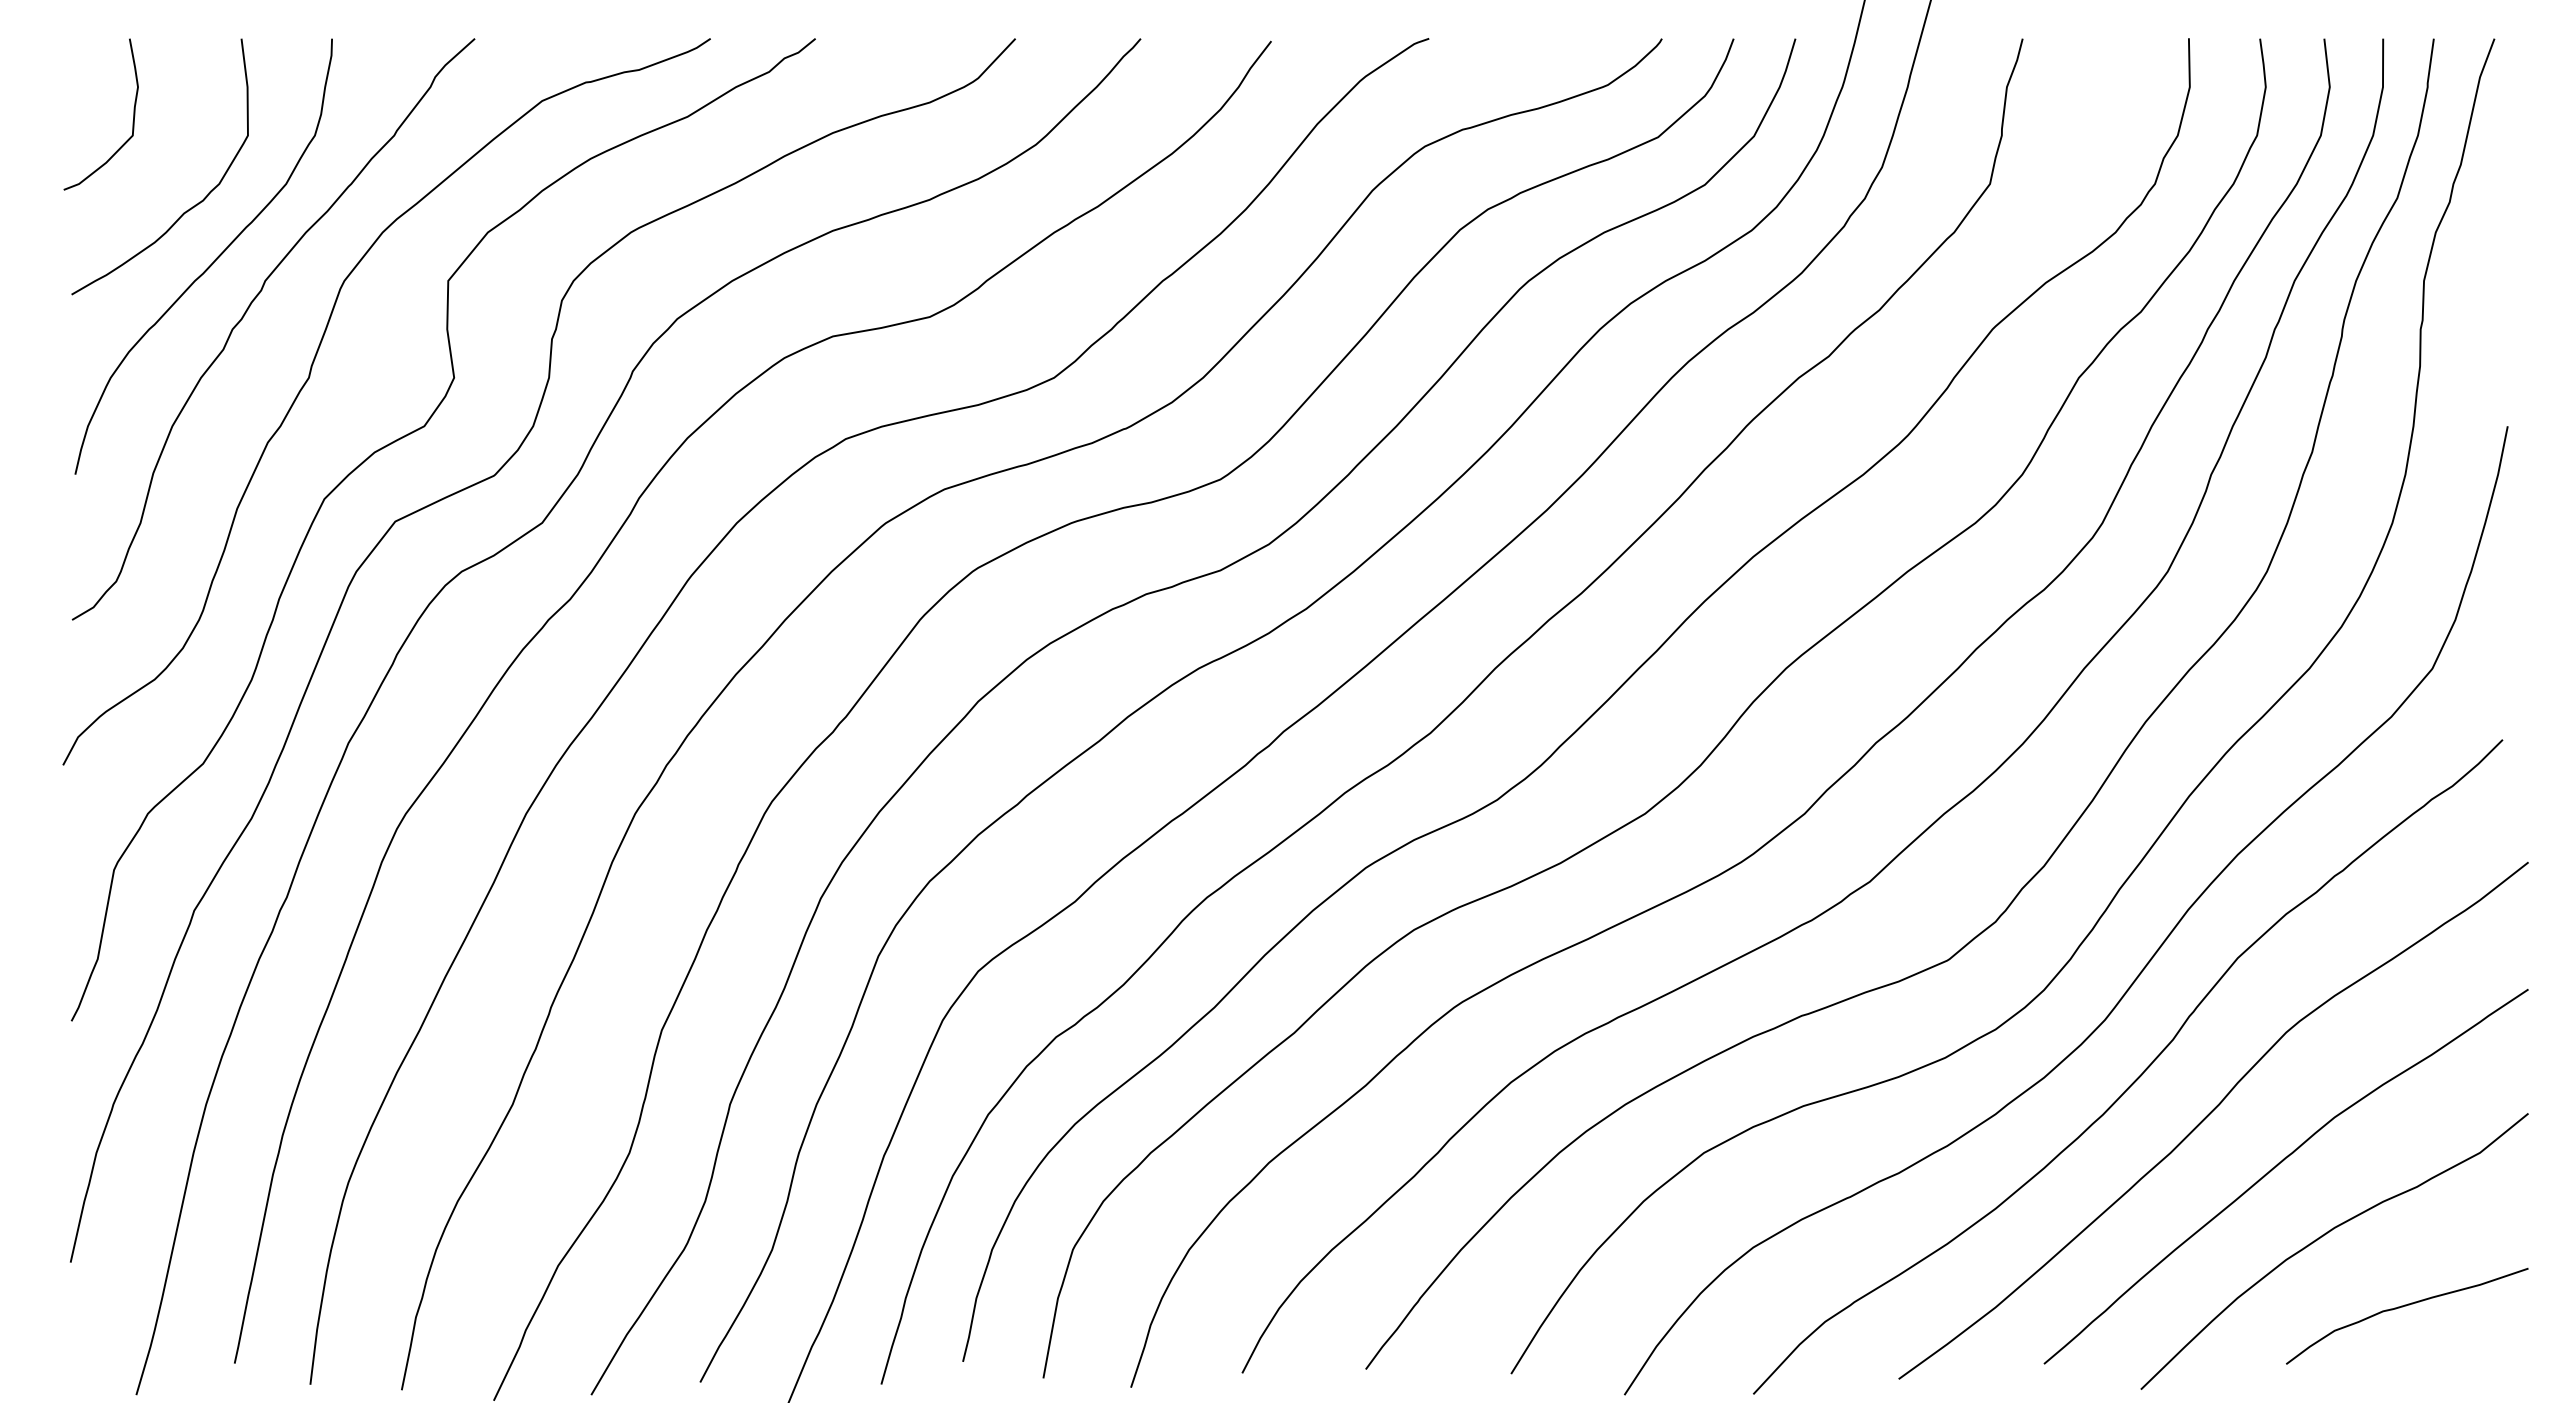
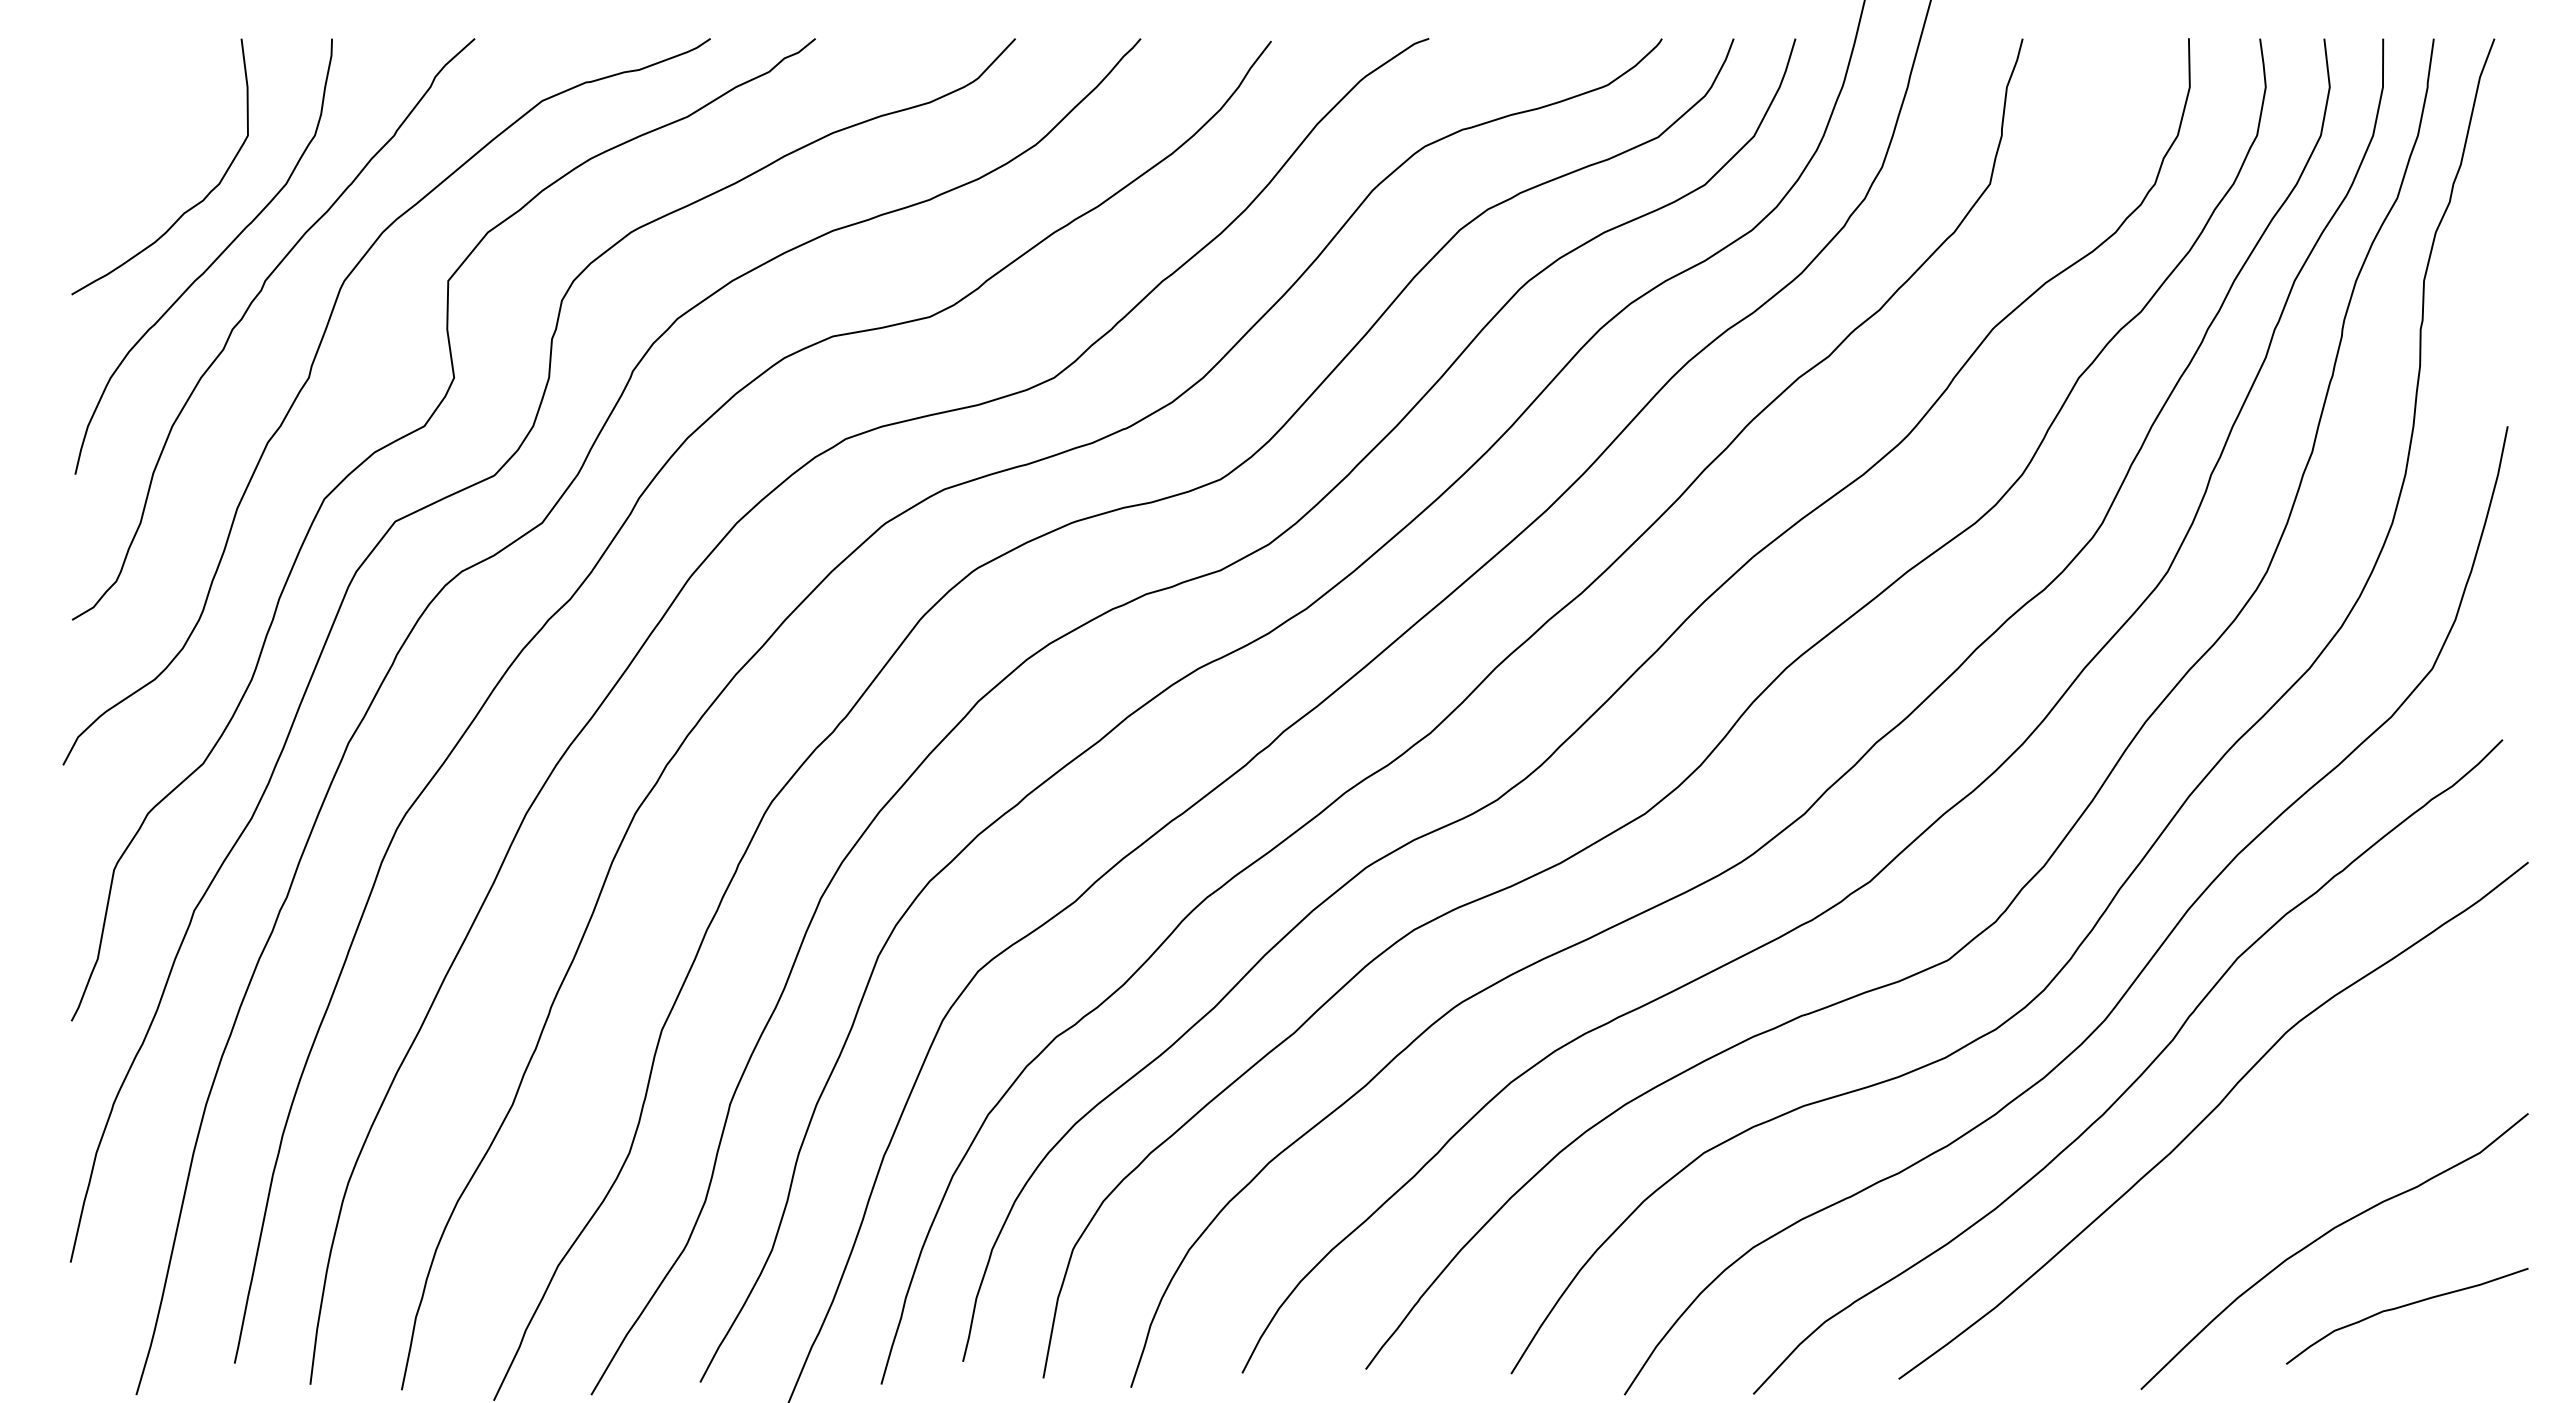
curve at (132, 121): present -> none
curve at (2276, 1167): present -> none
